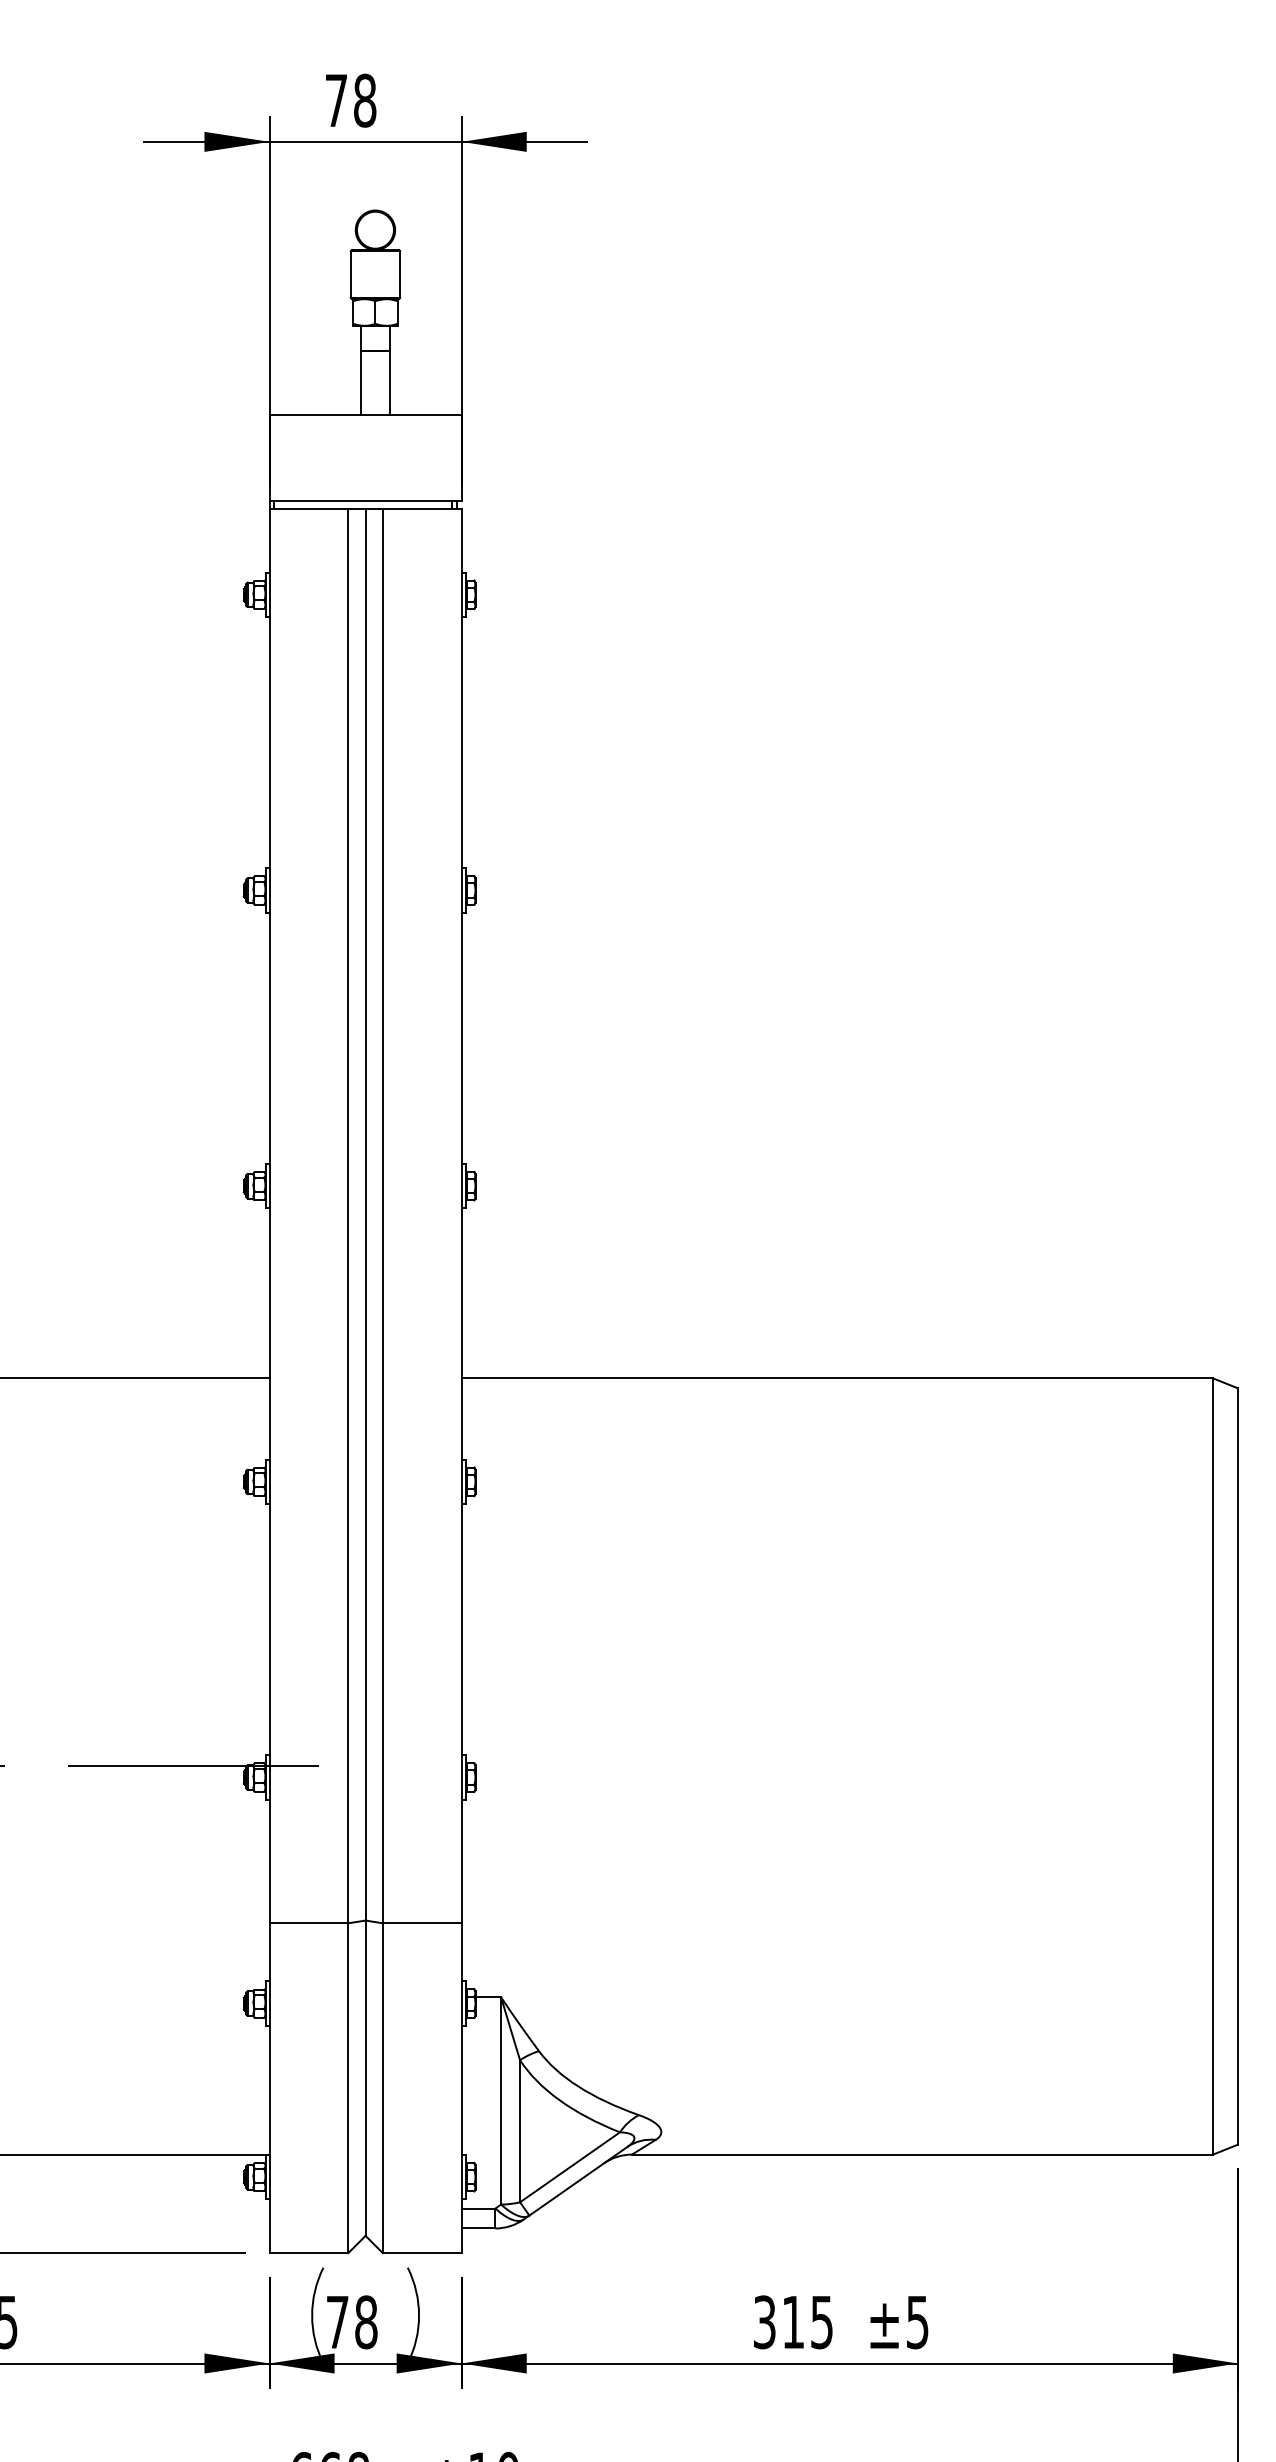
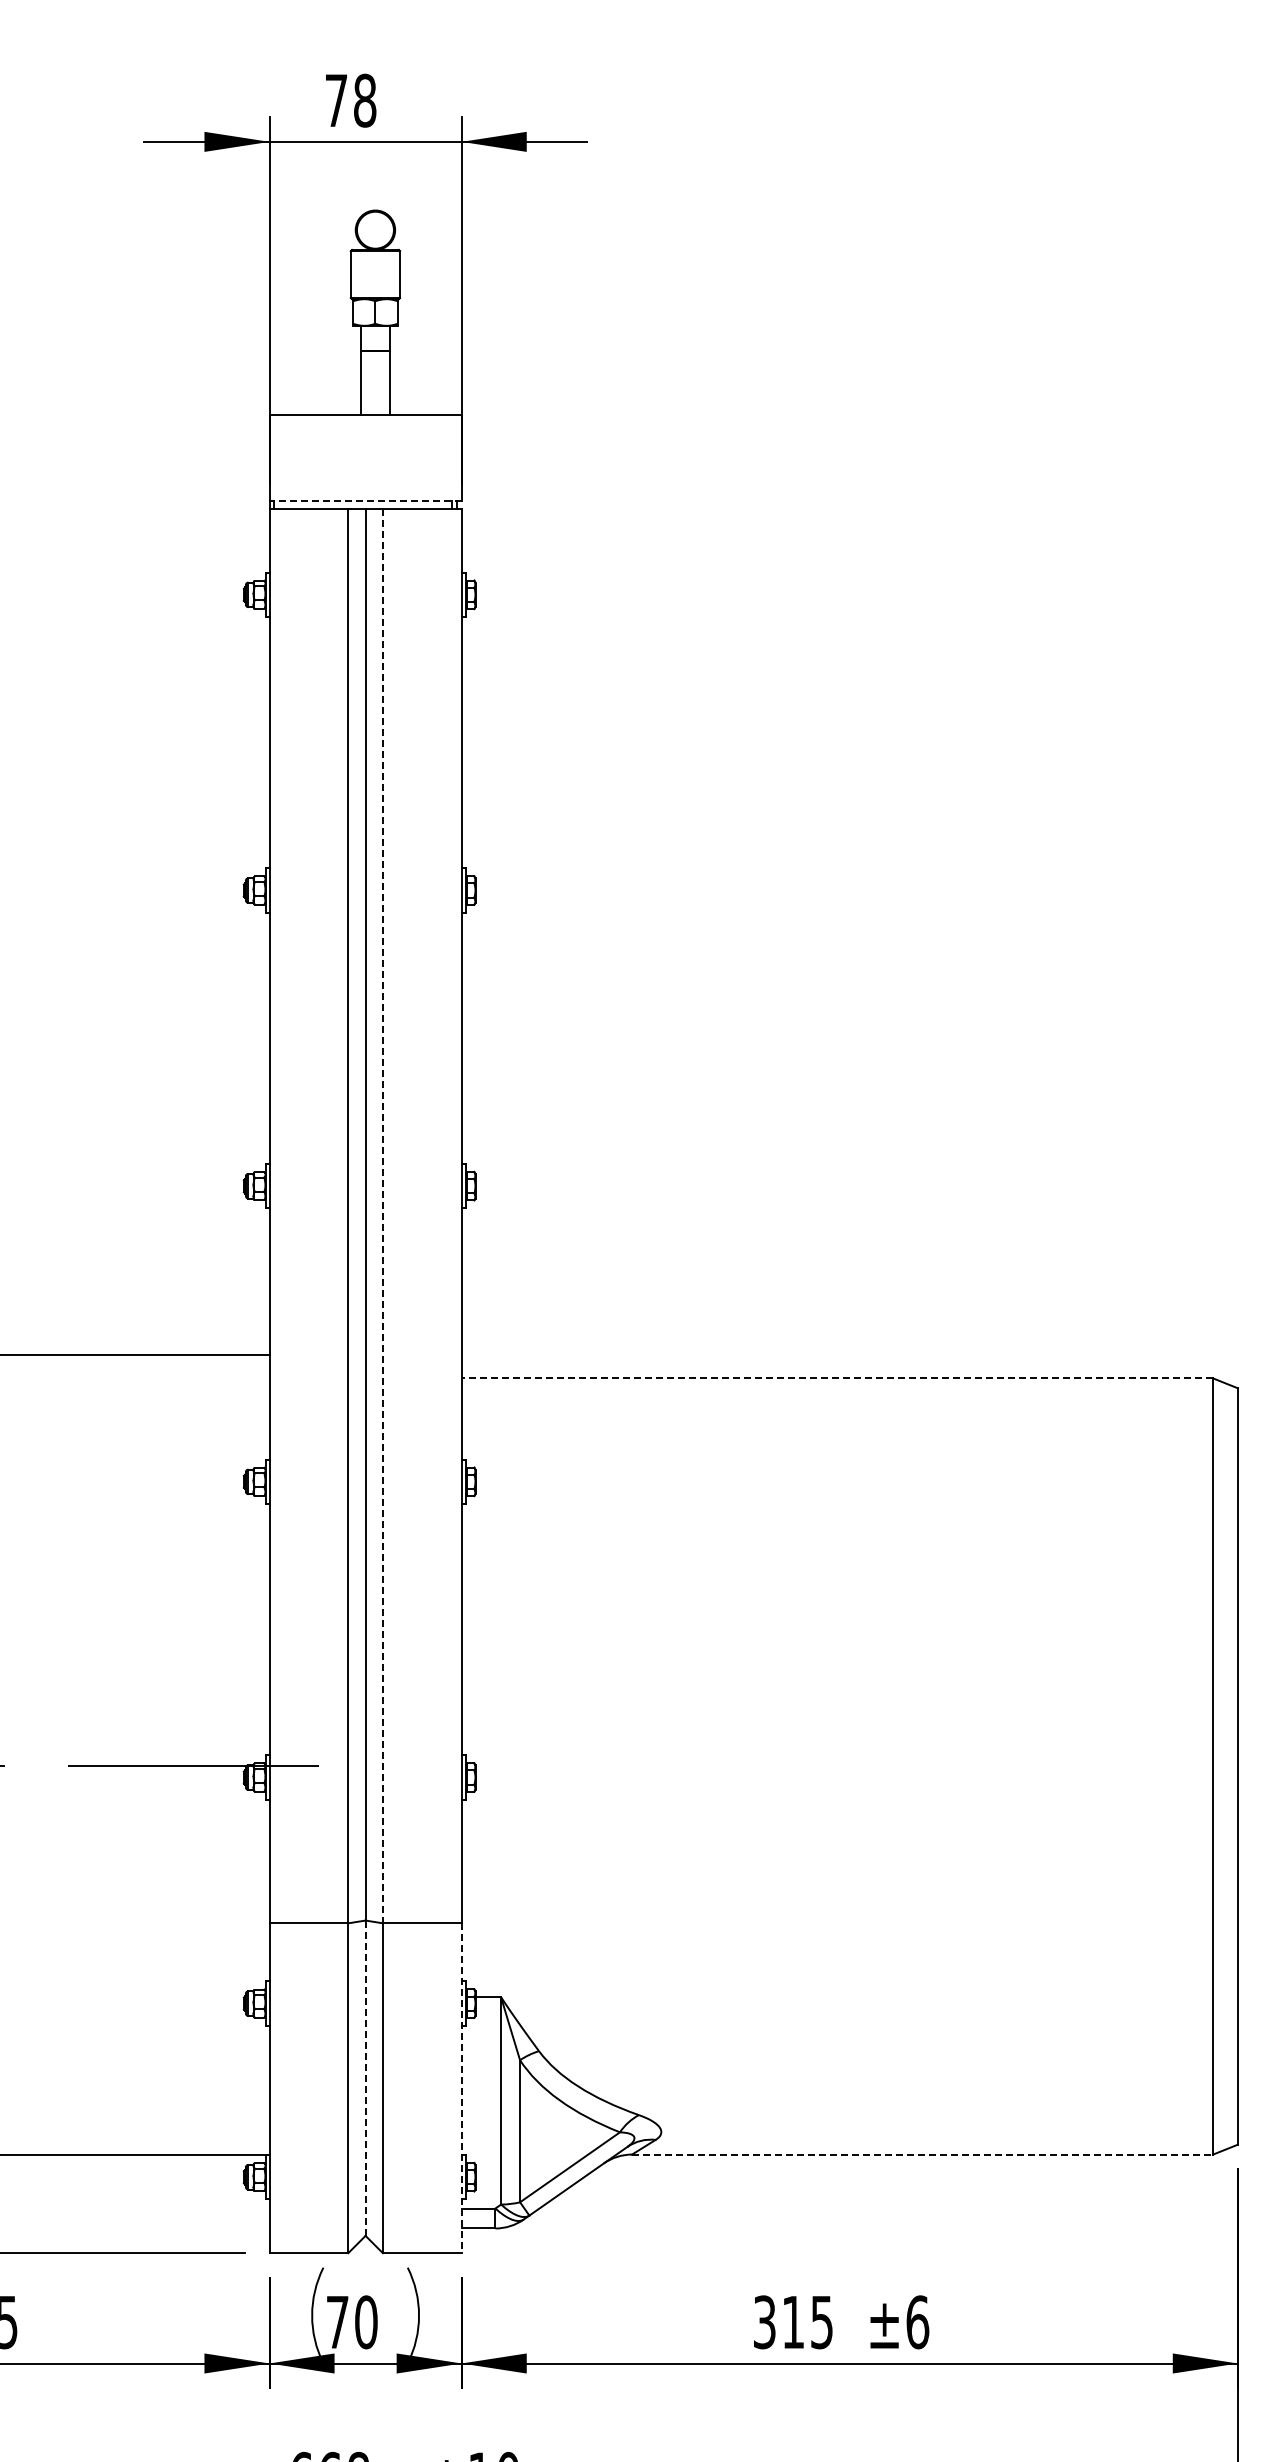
line at (365, 501): solid -> dashed
line at (382, 1216): solid -> dashed
line at (135, 1378) position: (135, 1378) -> (135, 1355)
line at (837, 1378): solid -> dashed
line at (365, 2078): solid -> dashed
line at (461, 2088): solid -> dashed
line at (922, 2154): solid -> dashed
text at (366, 2322): 78 -> 70
text at (917, 2322): ±5 -> ±6
